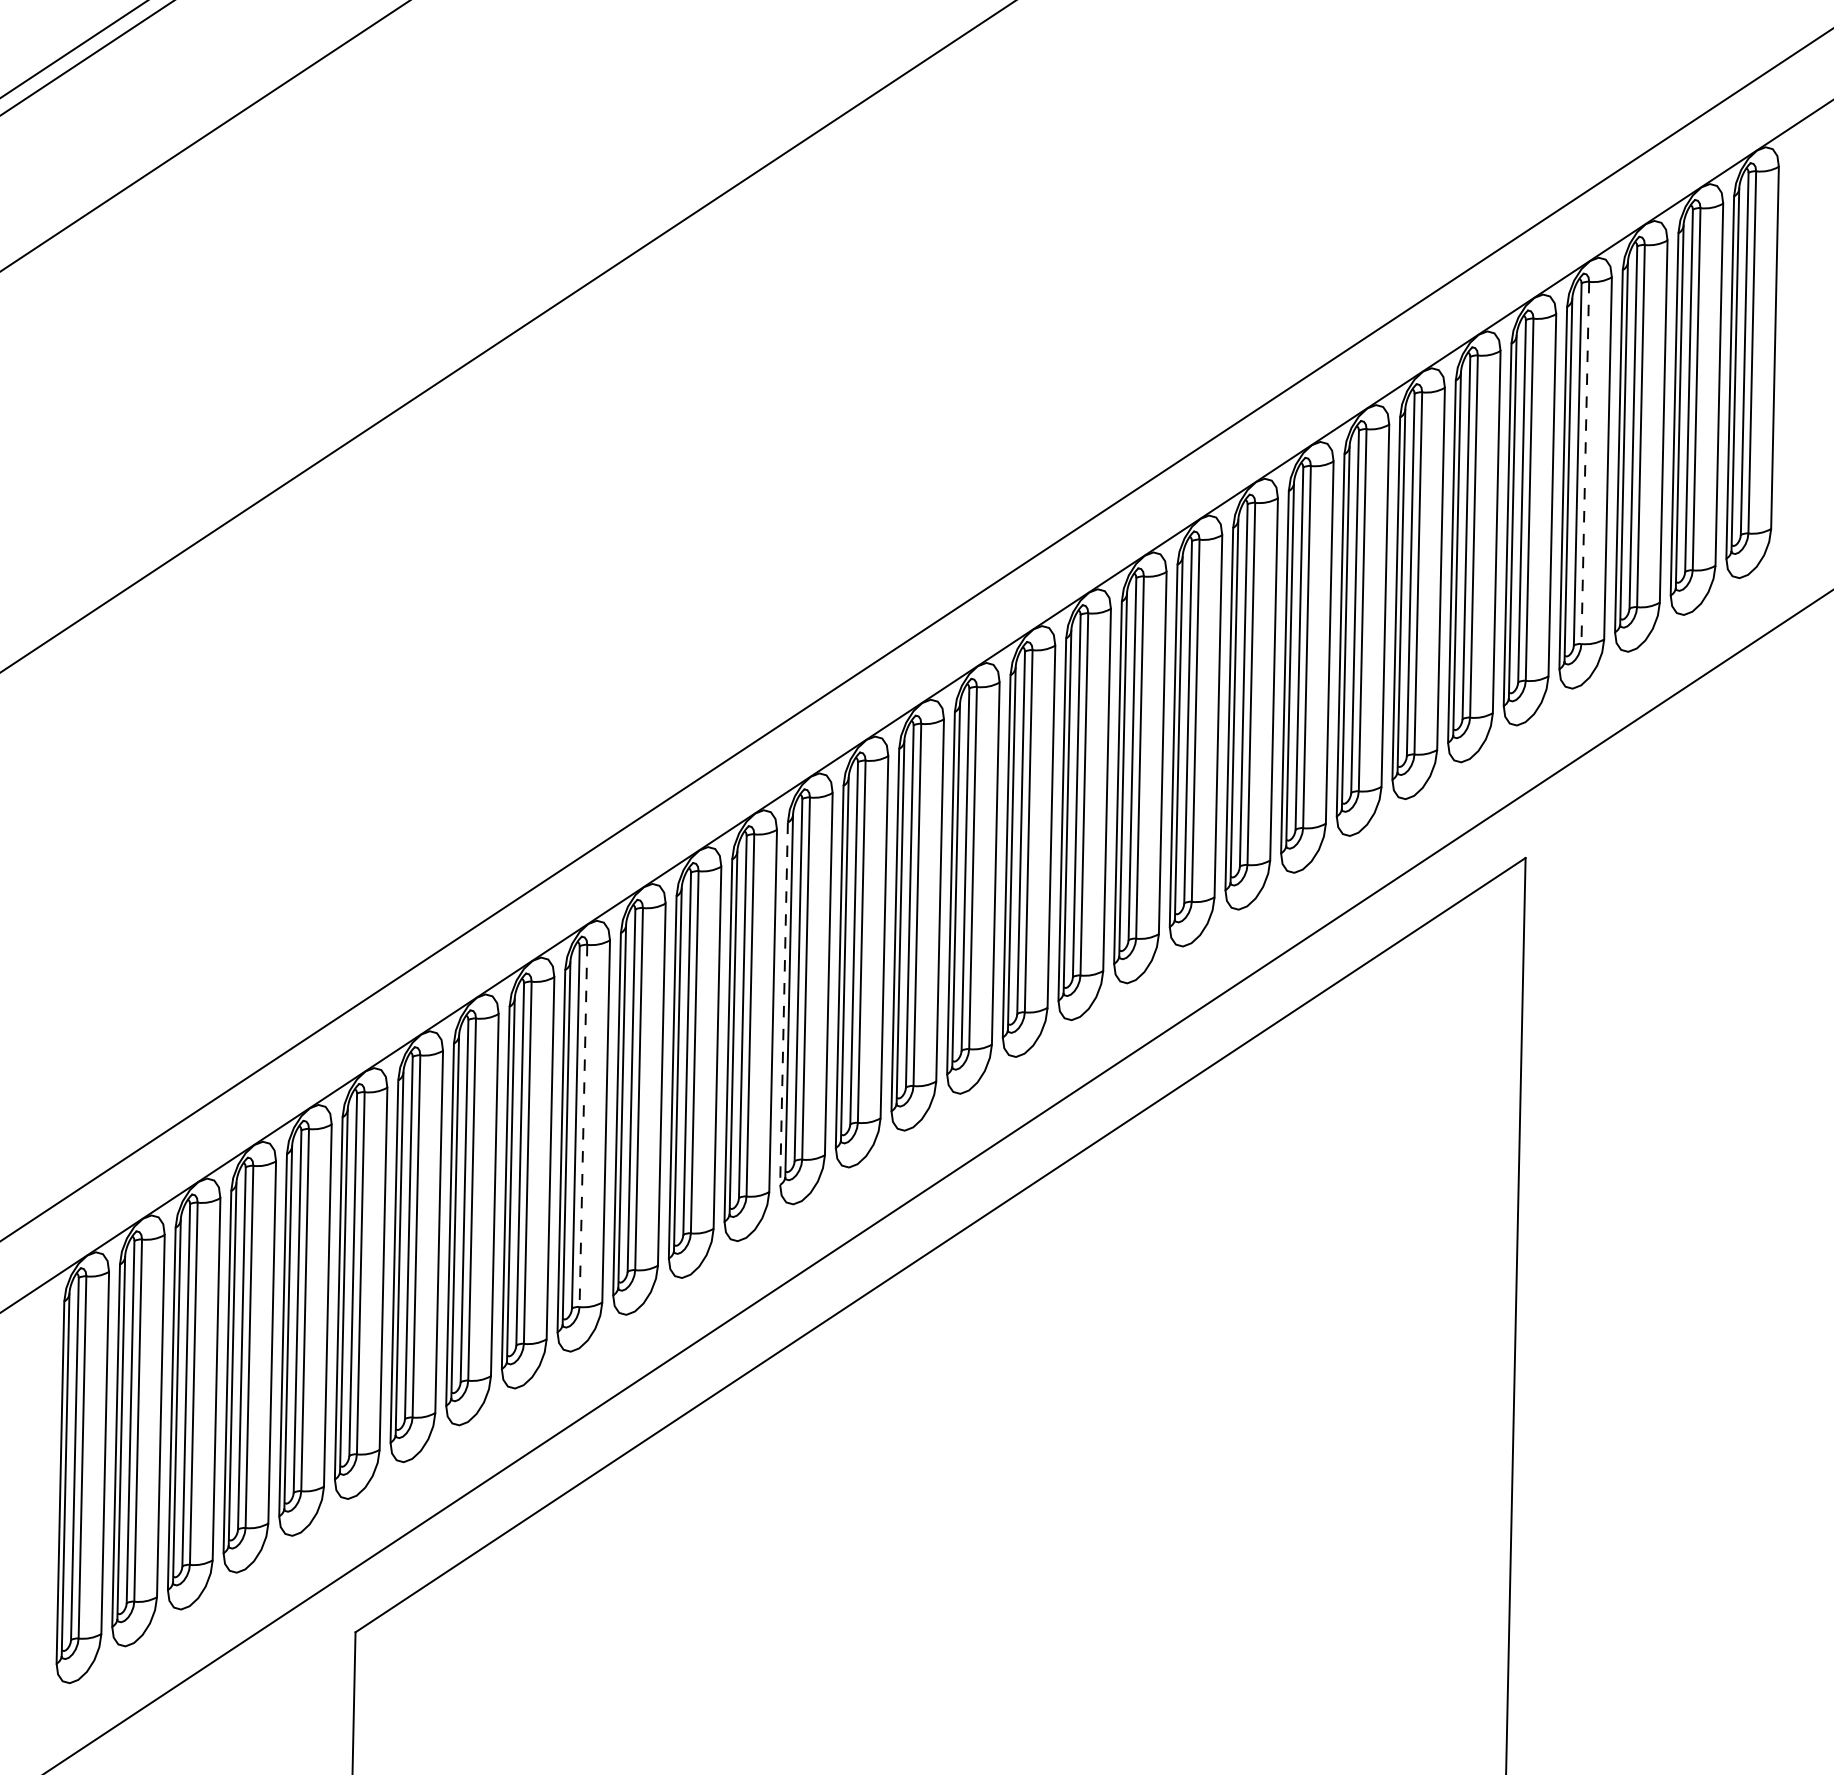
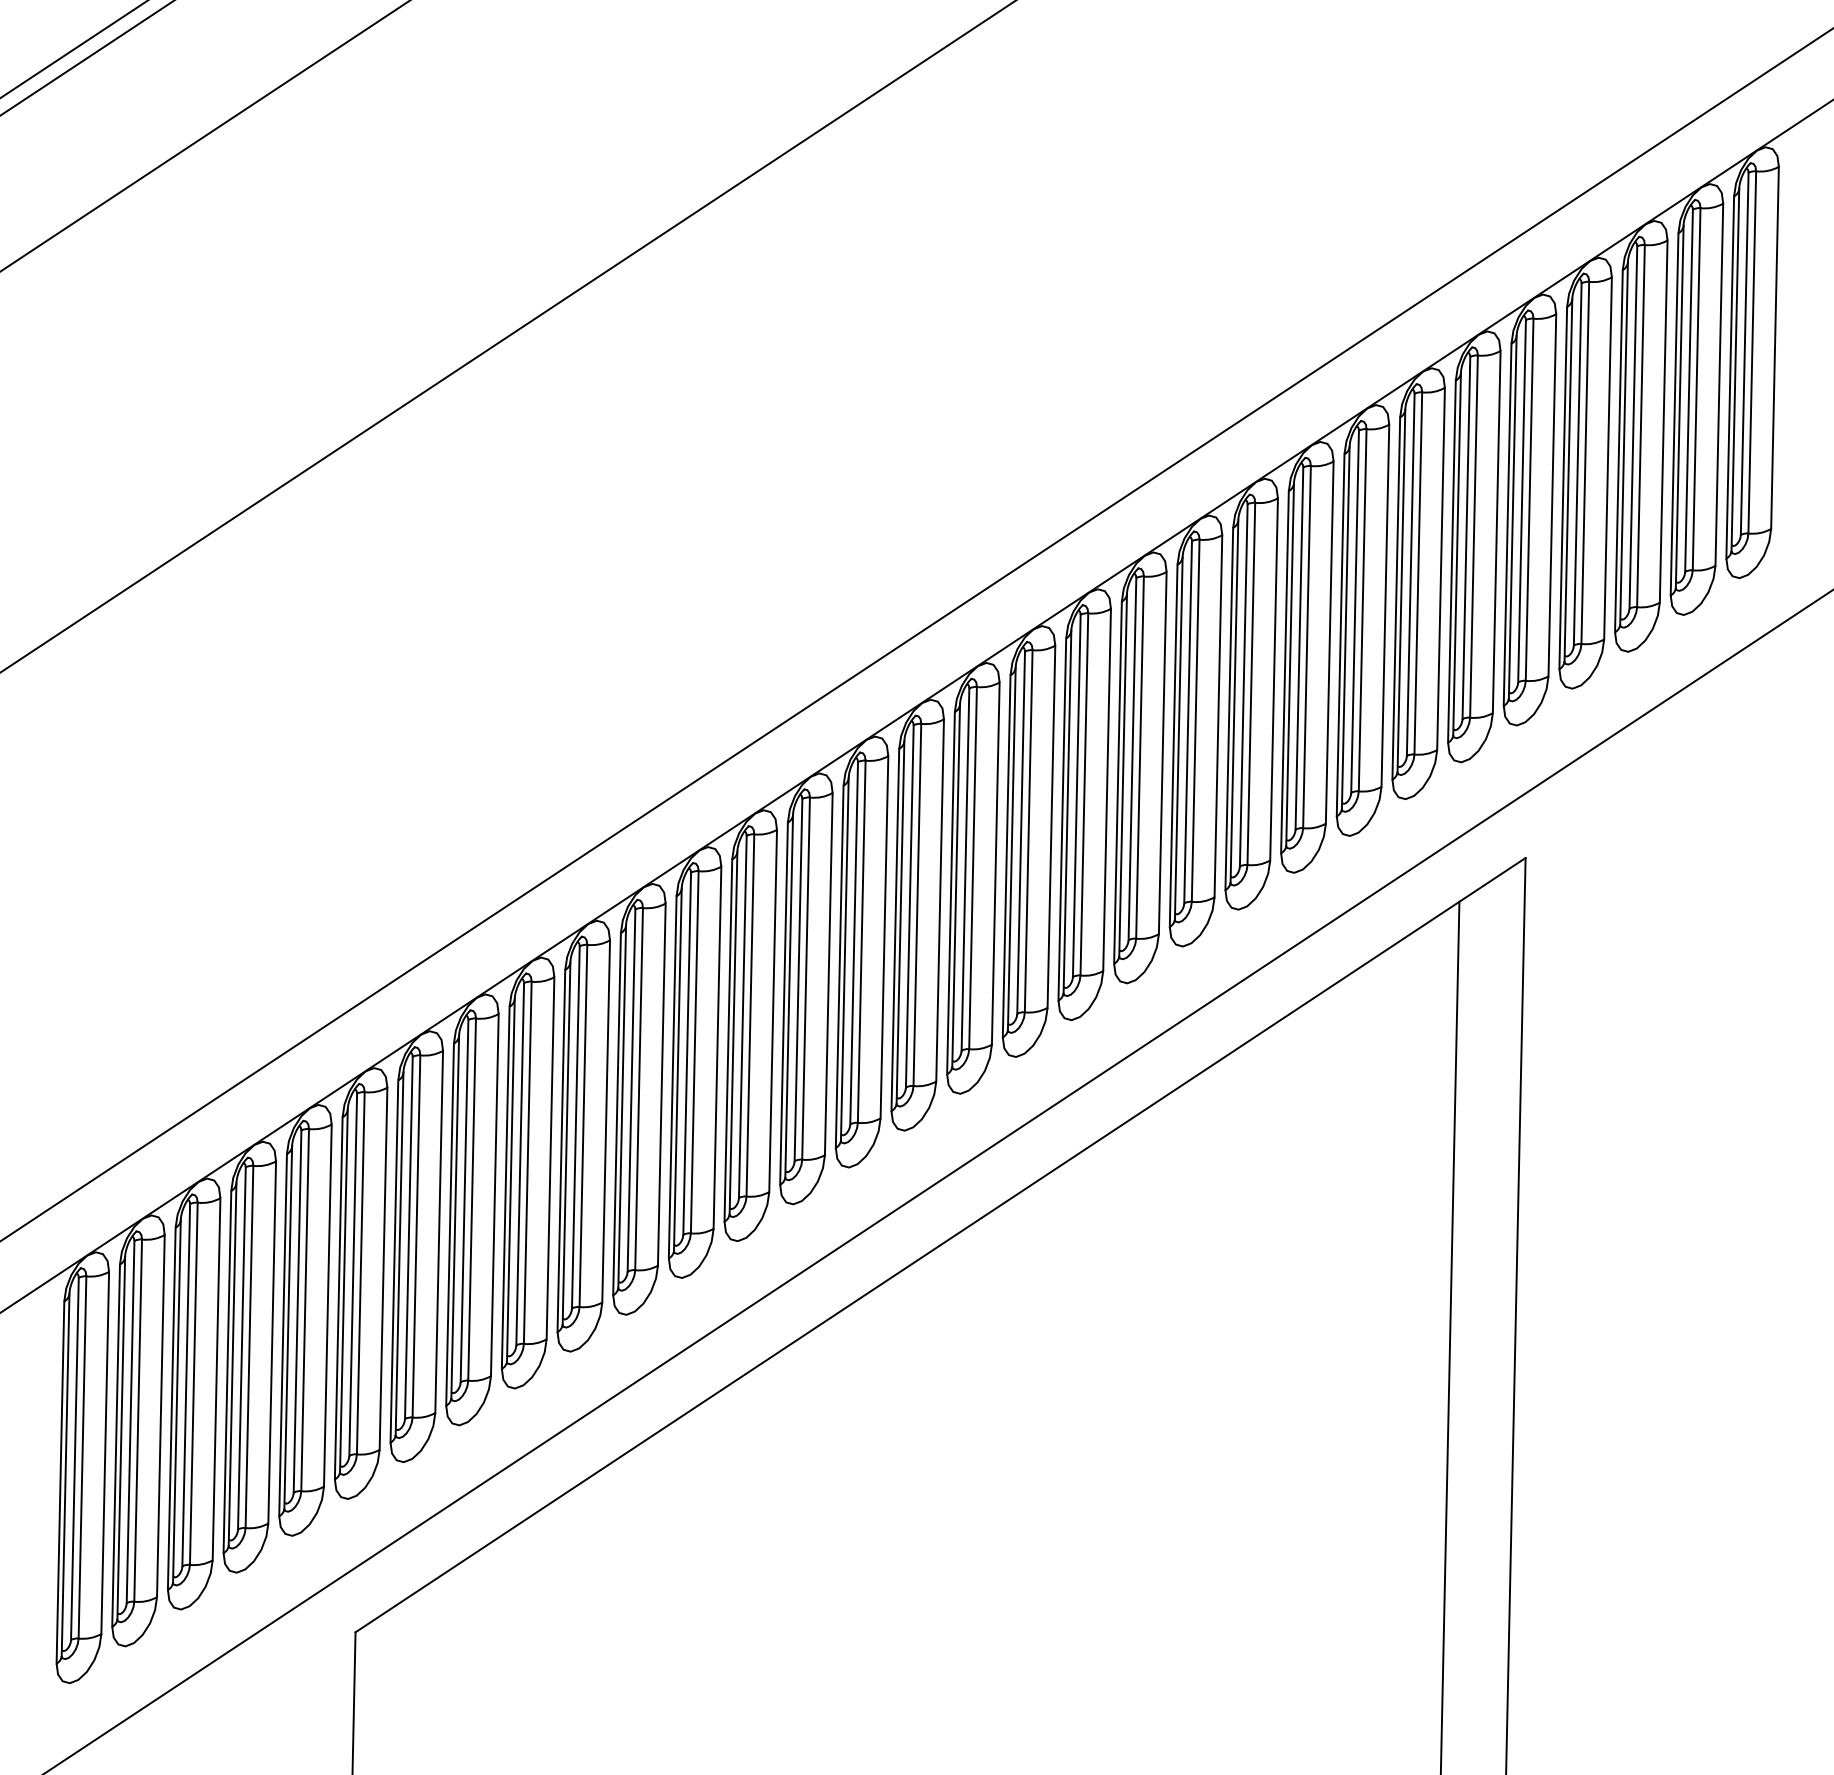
line at (1585, 463): dashed -> solid
line at (784, 1004): dashed -> solid
line at (583, 1126): dashed -> solid
line at (1449, 1336): none -> present
